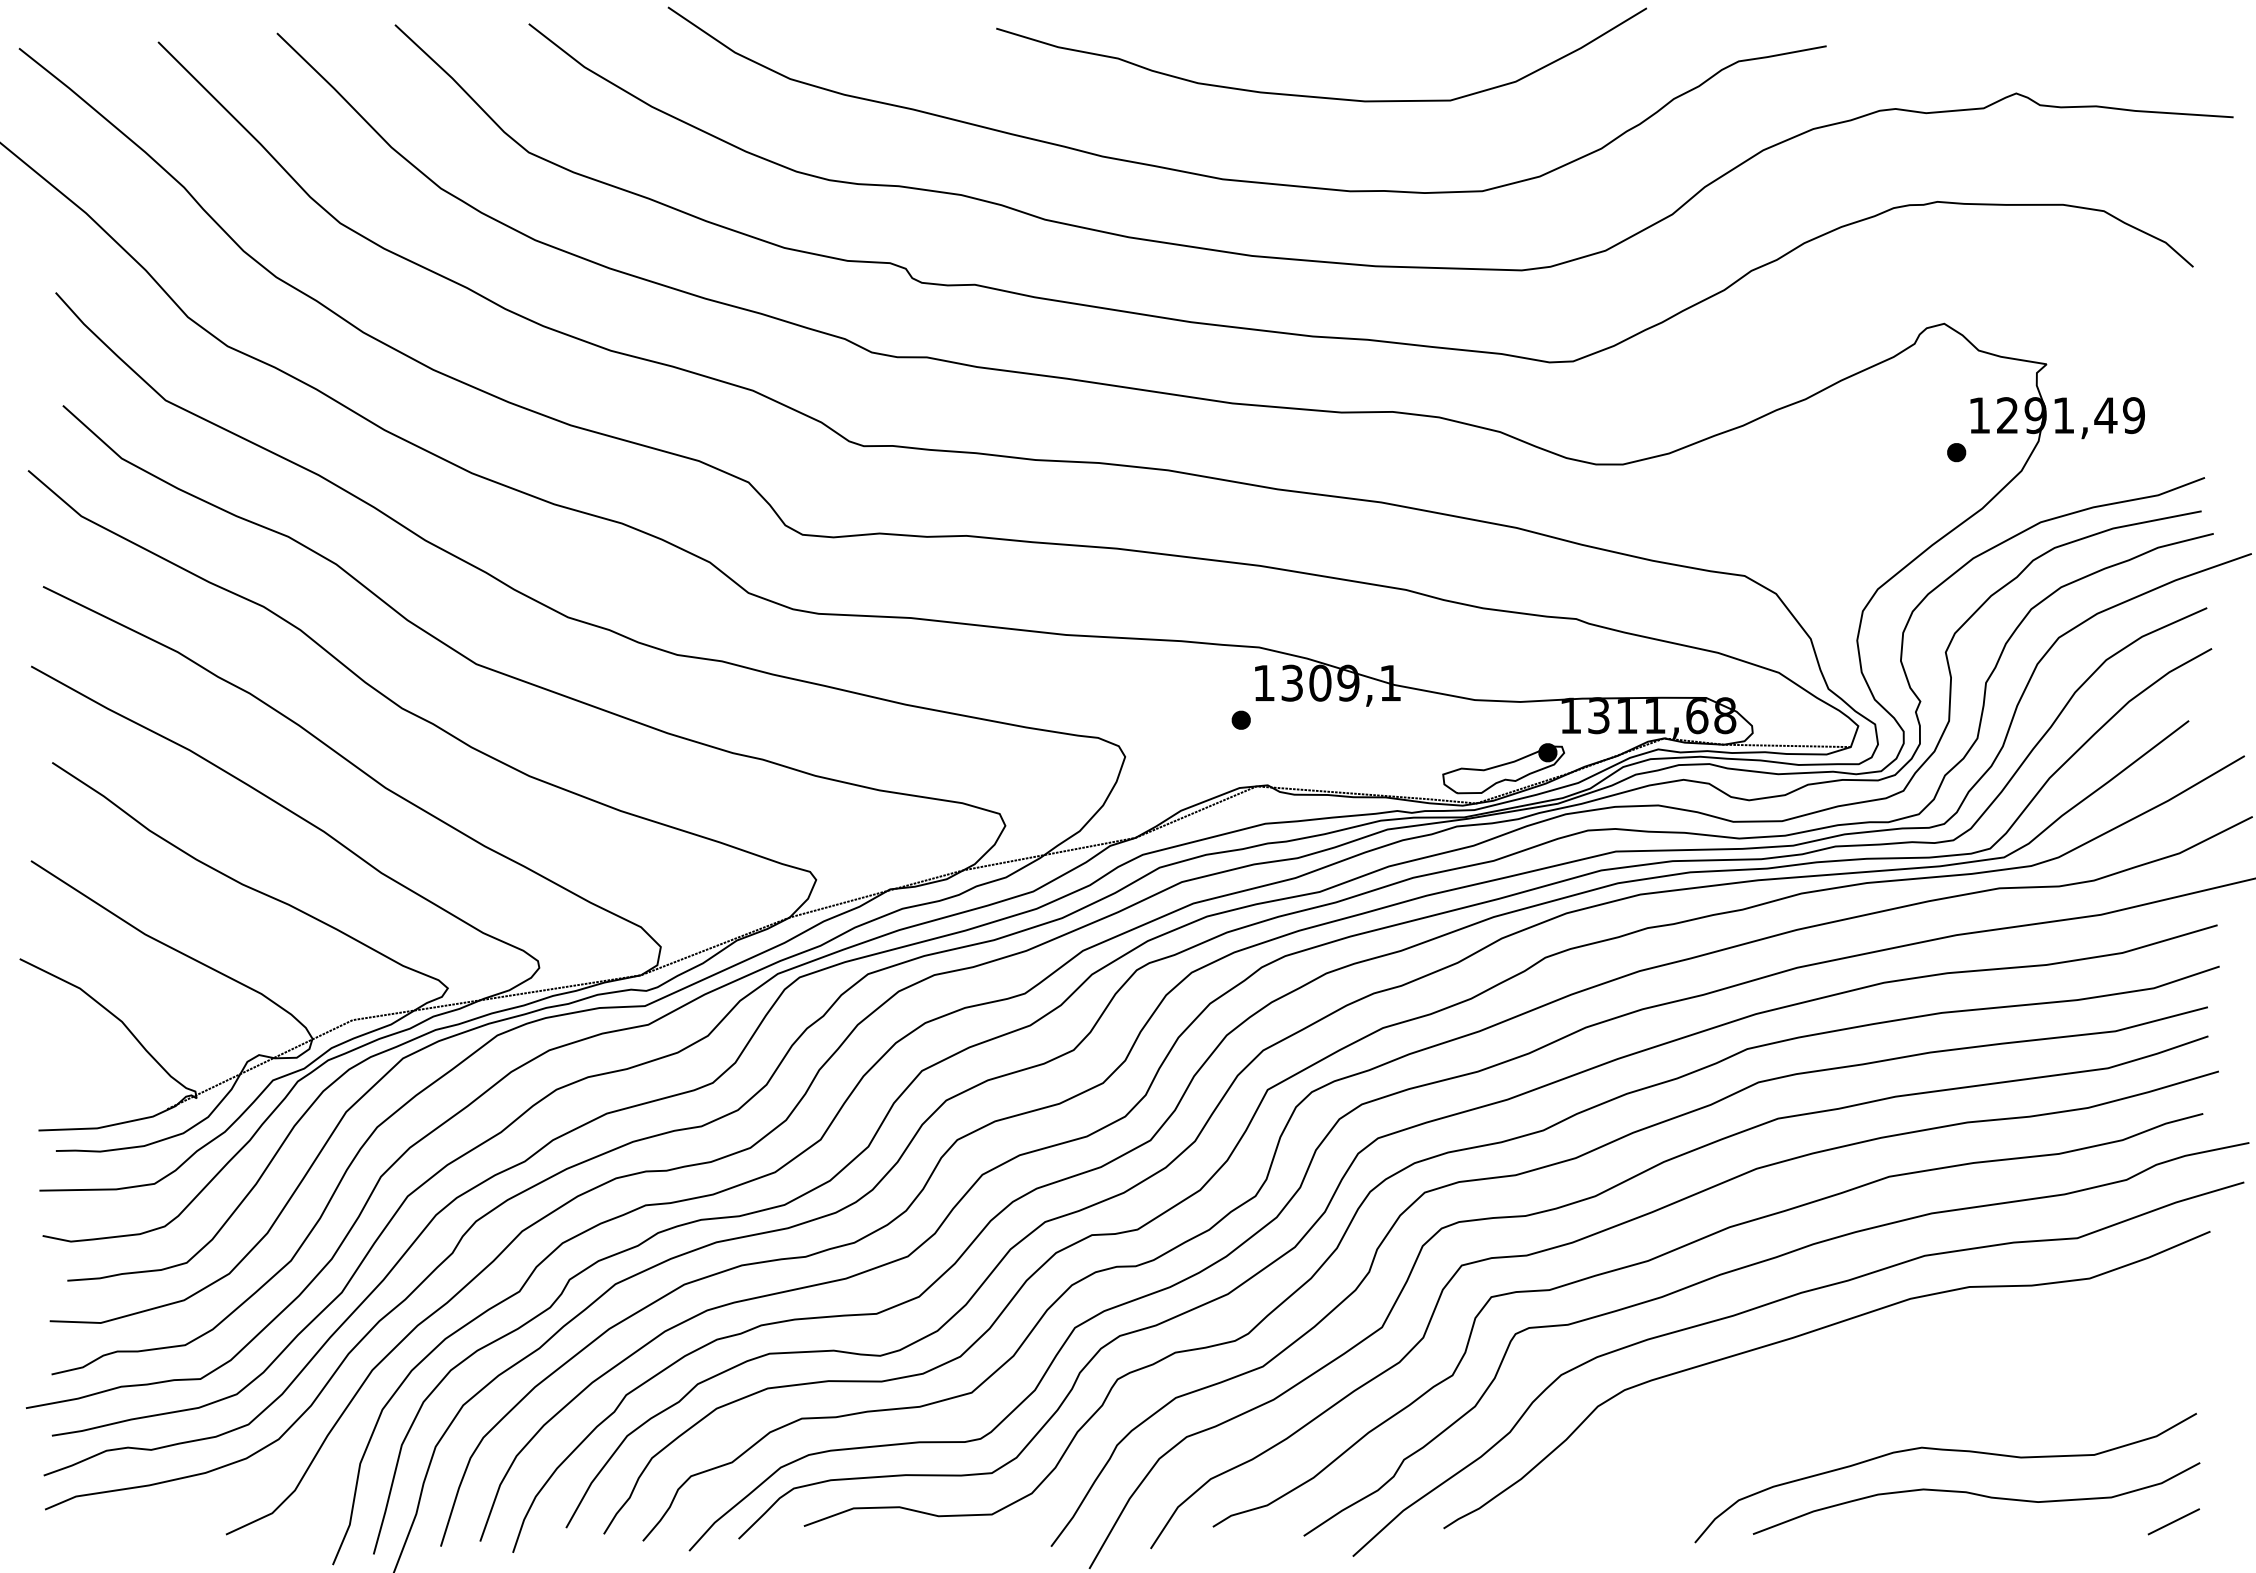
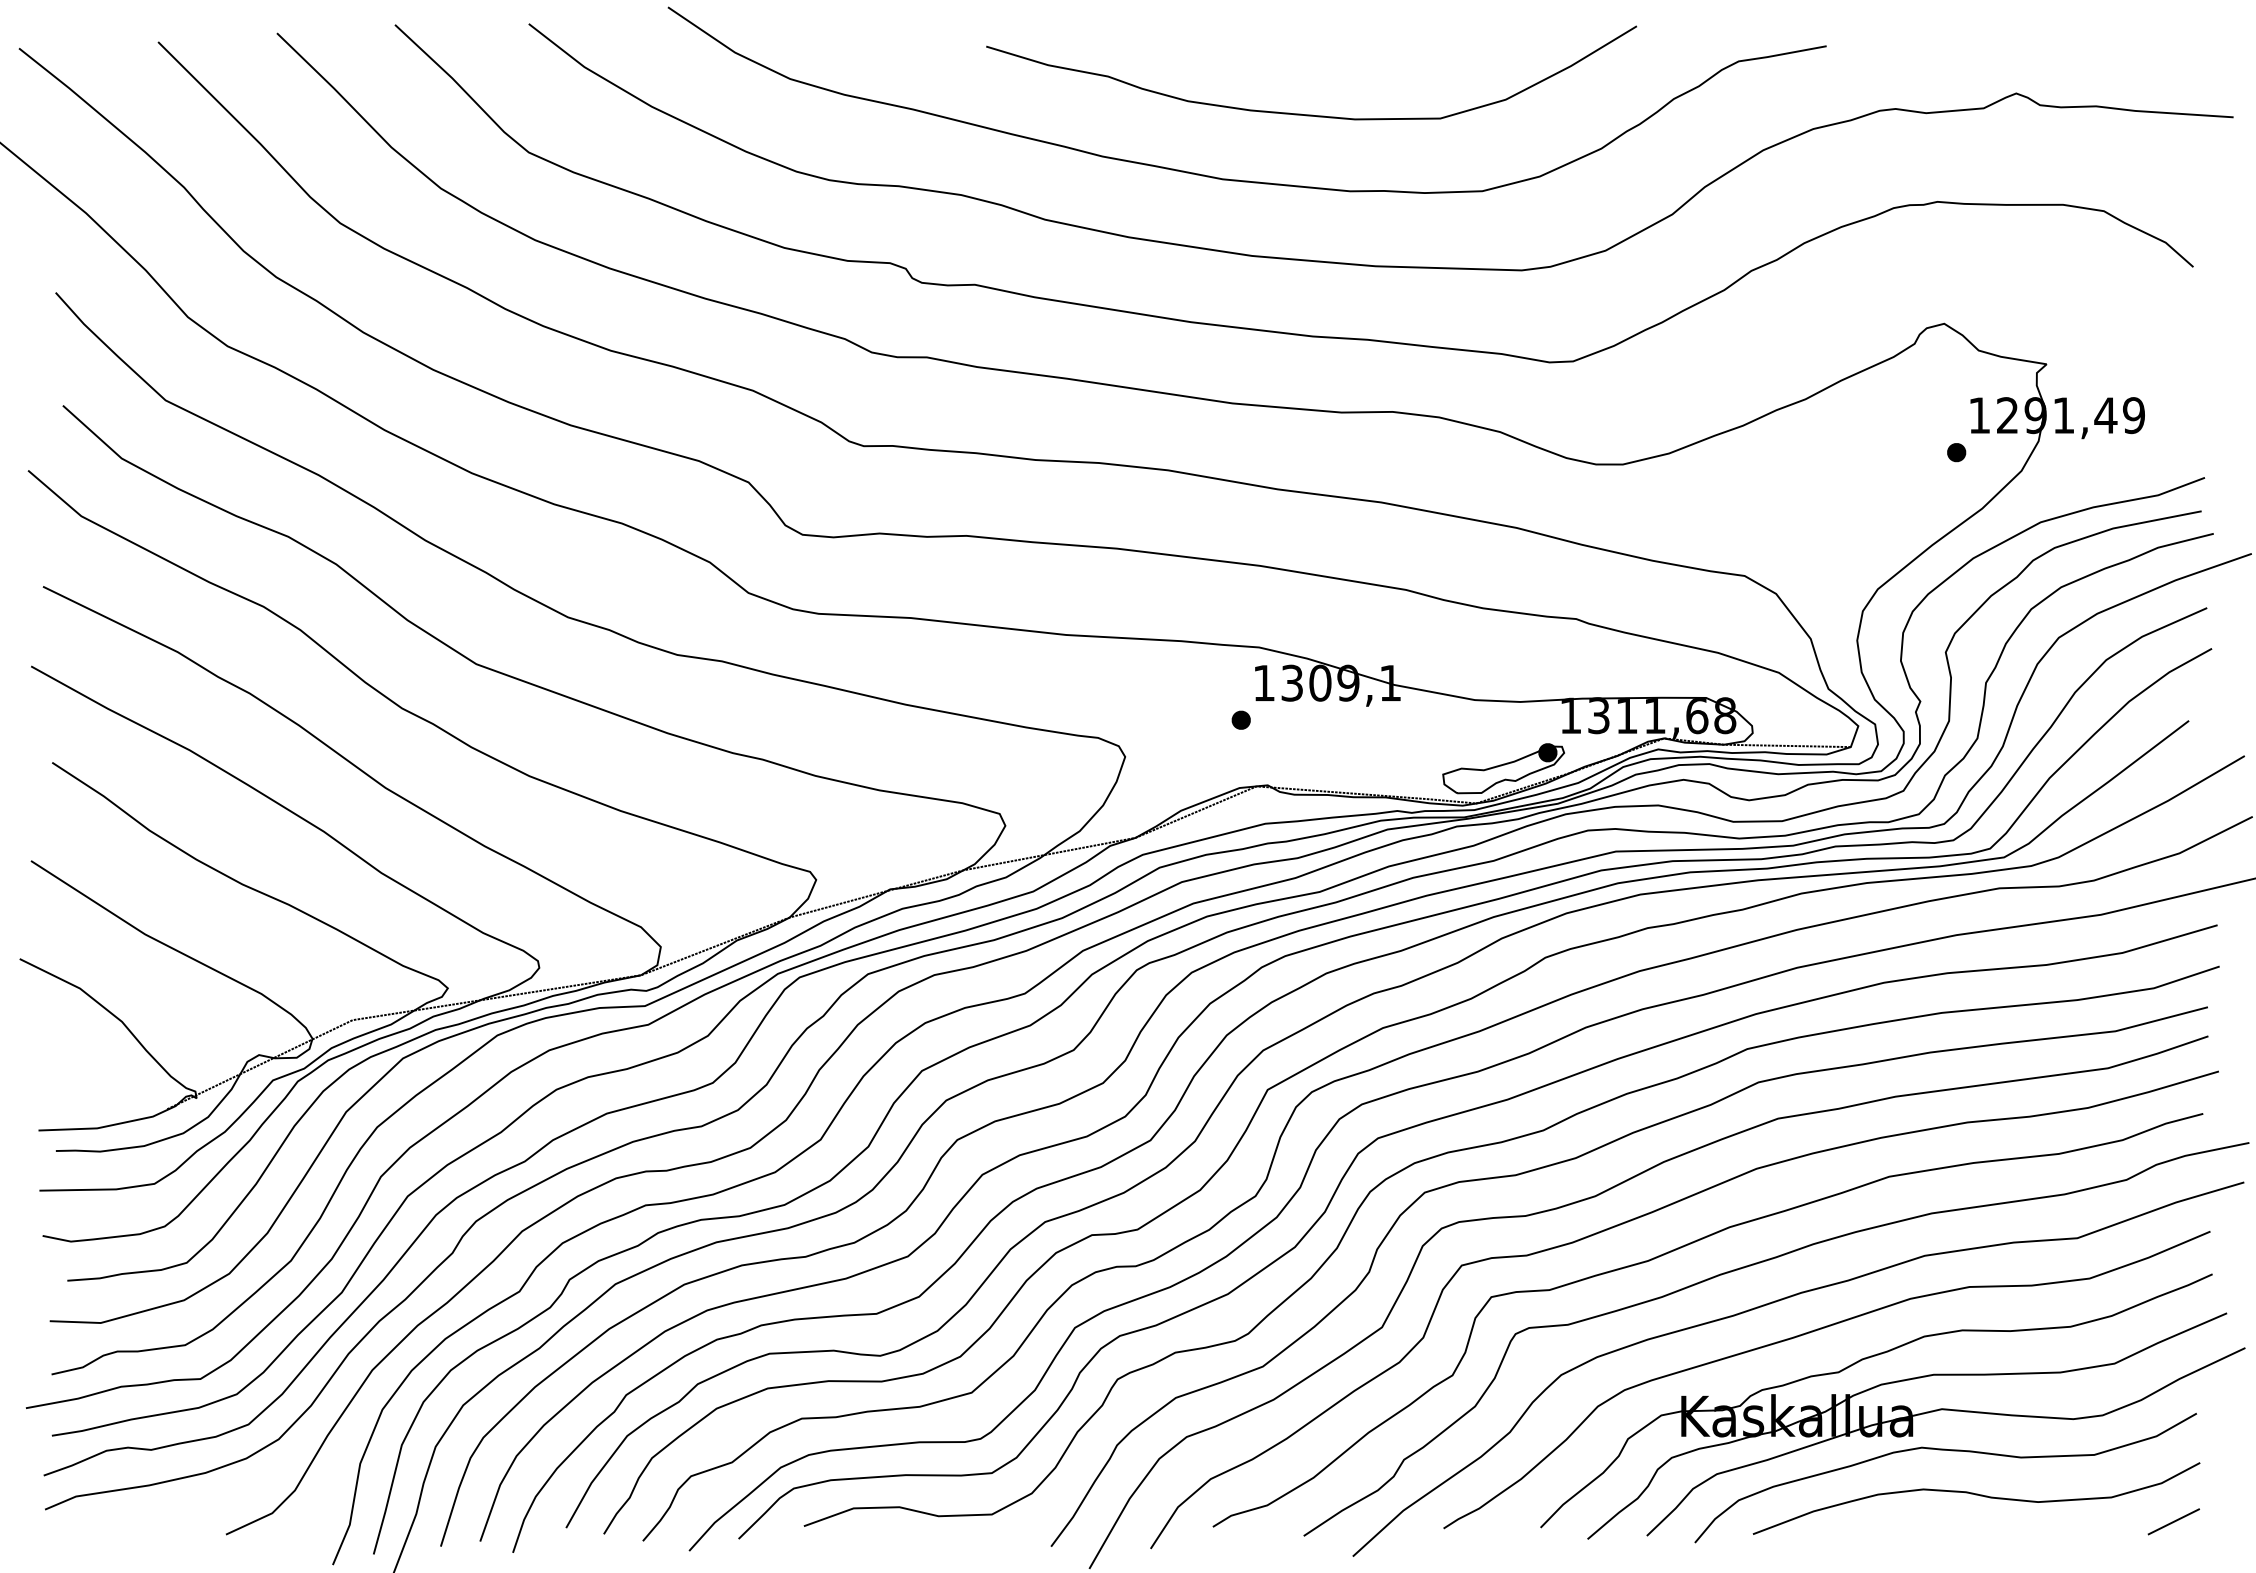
curve at (1321, 96) position: (1321, 96) -> (1311, 114)
part at (1892, 1406): none -> present
